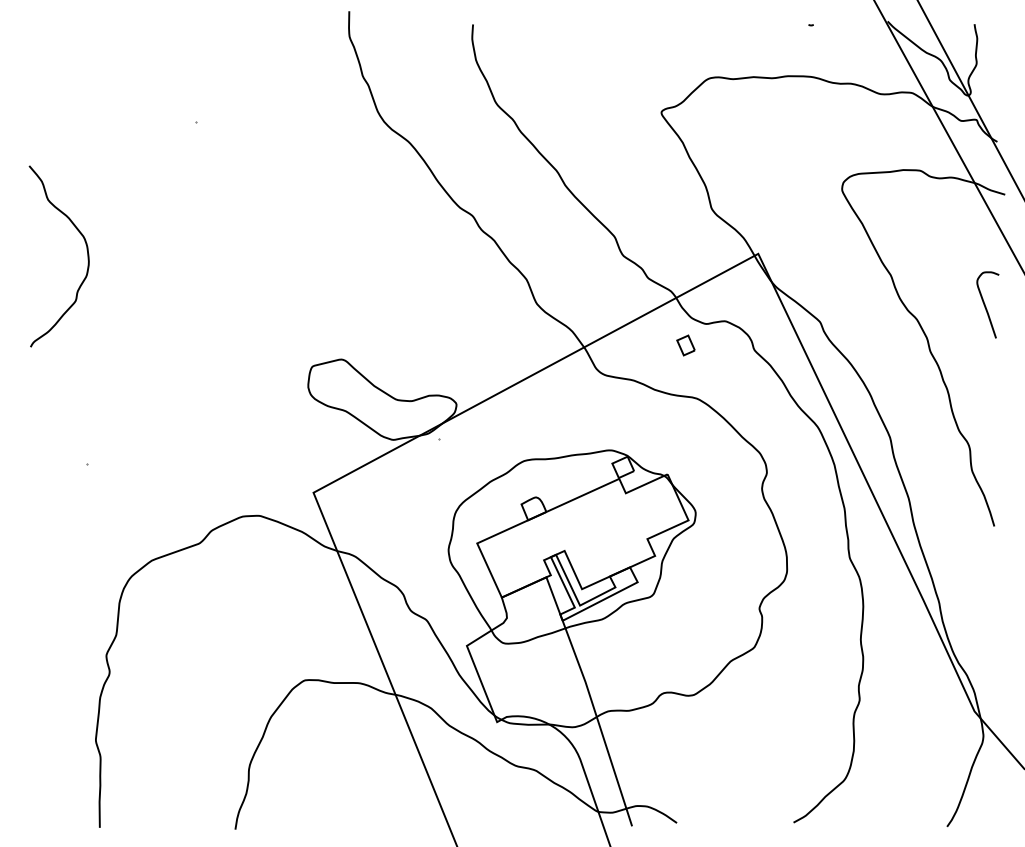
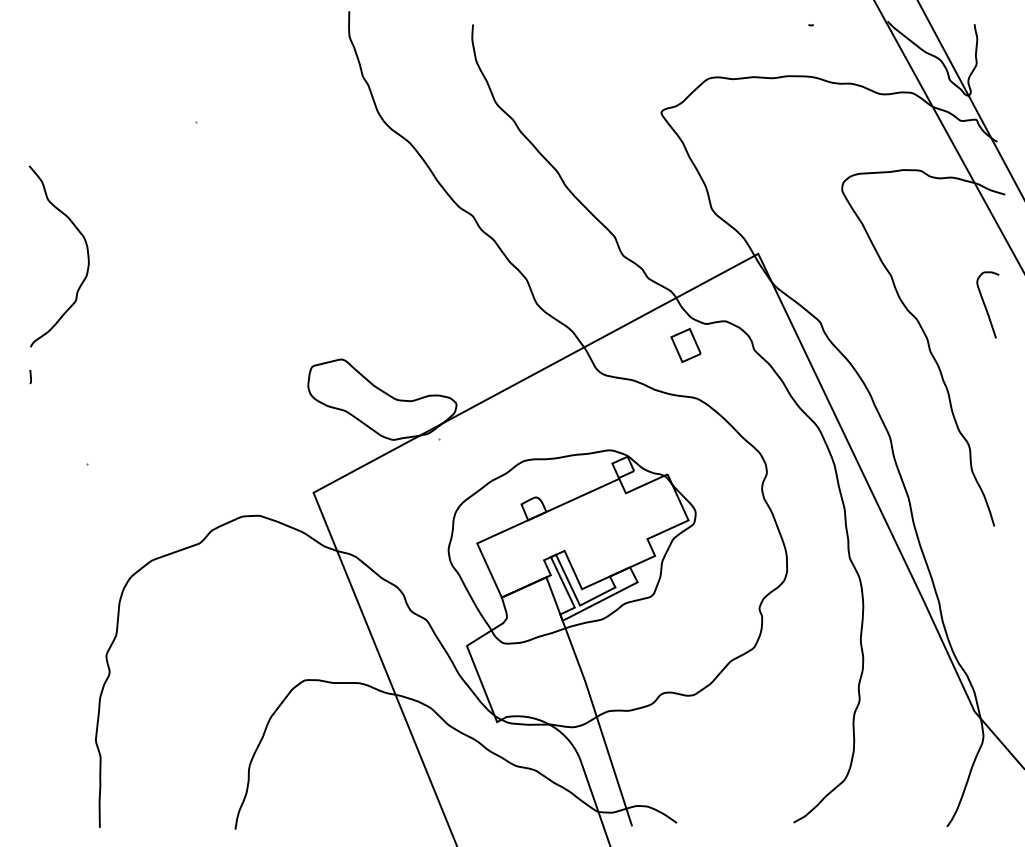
part at (685, 345) size: 20x23 px -> 32x35 px
line at (30, 376): none -> present
